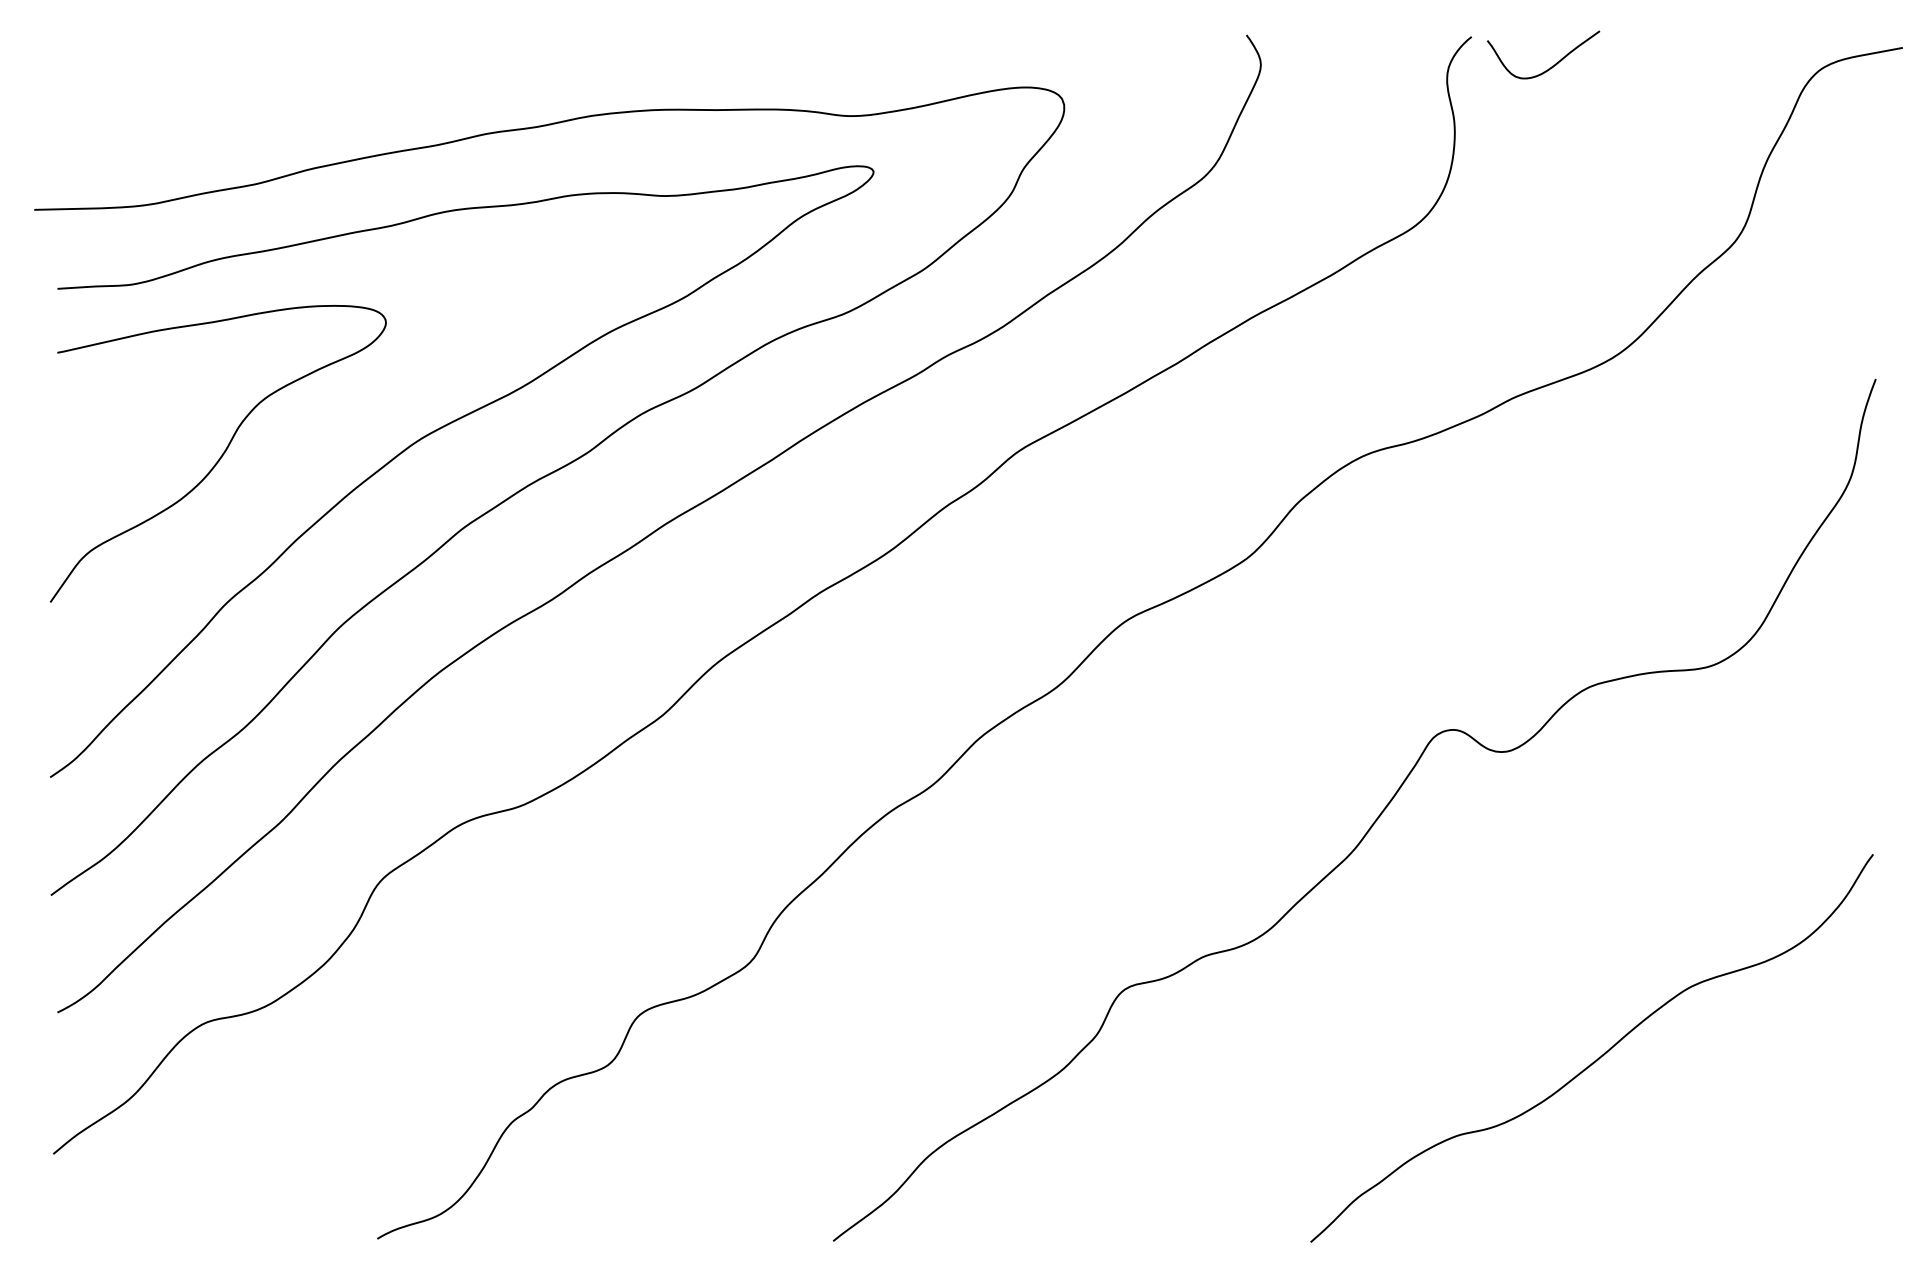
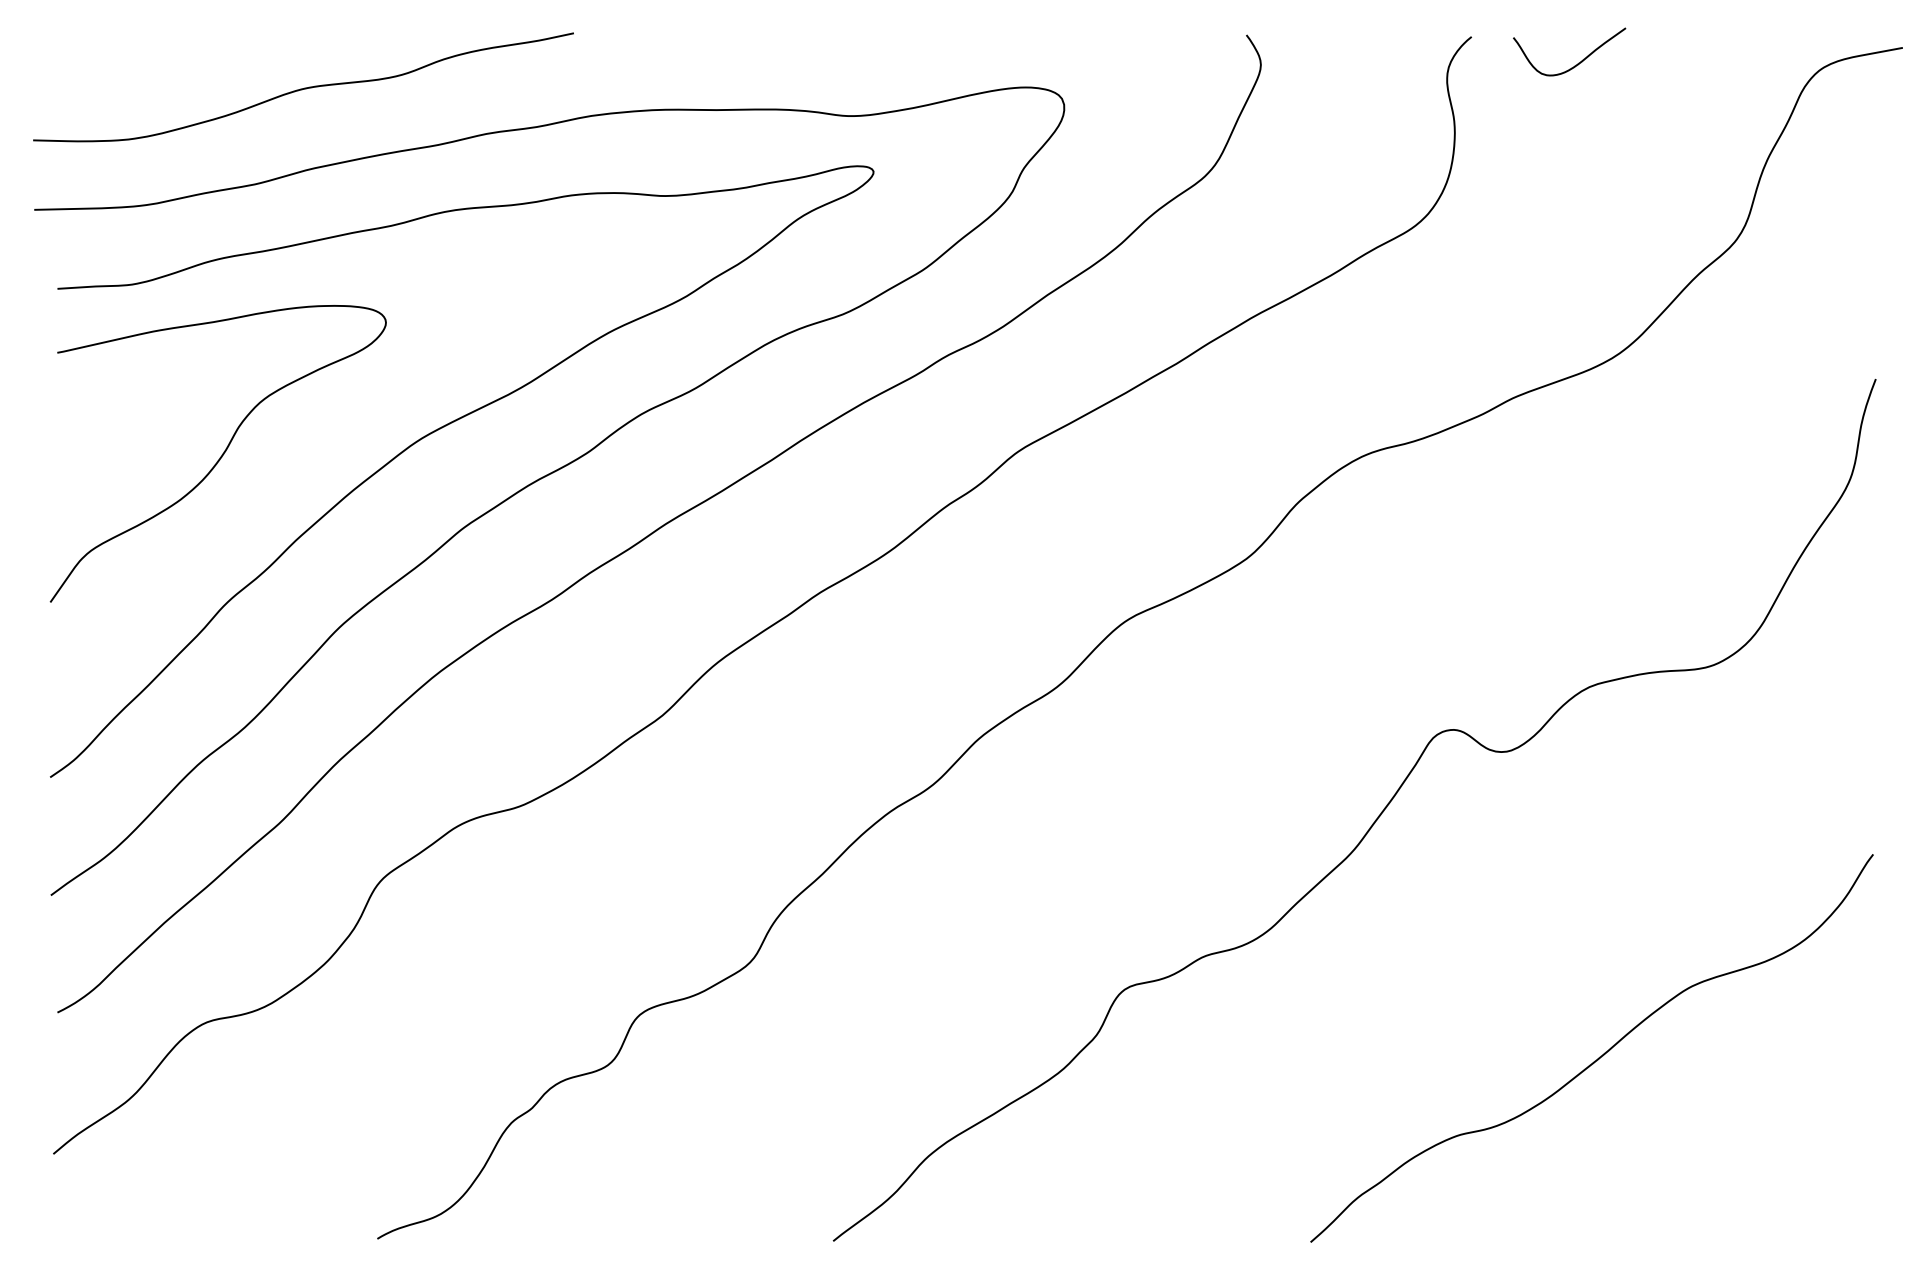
curve at (1552, 65) position: (1552, 65) -> (1578, 62)
curve at (304, 87): none -> present
